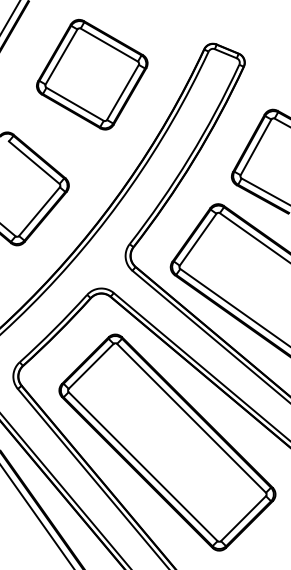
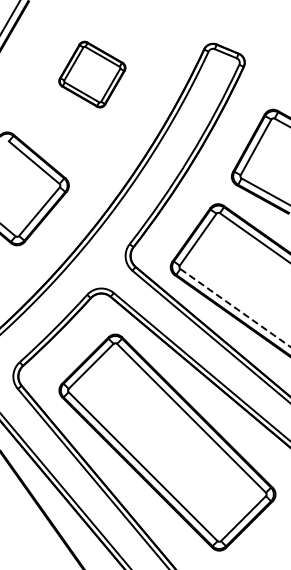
part at (92, 74) size: 113x113 px -> 69x69 px
line at (235, 308): solid -> dashed
line at (37, 516): present -> none
